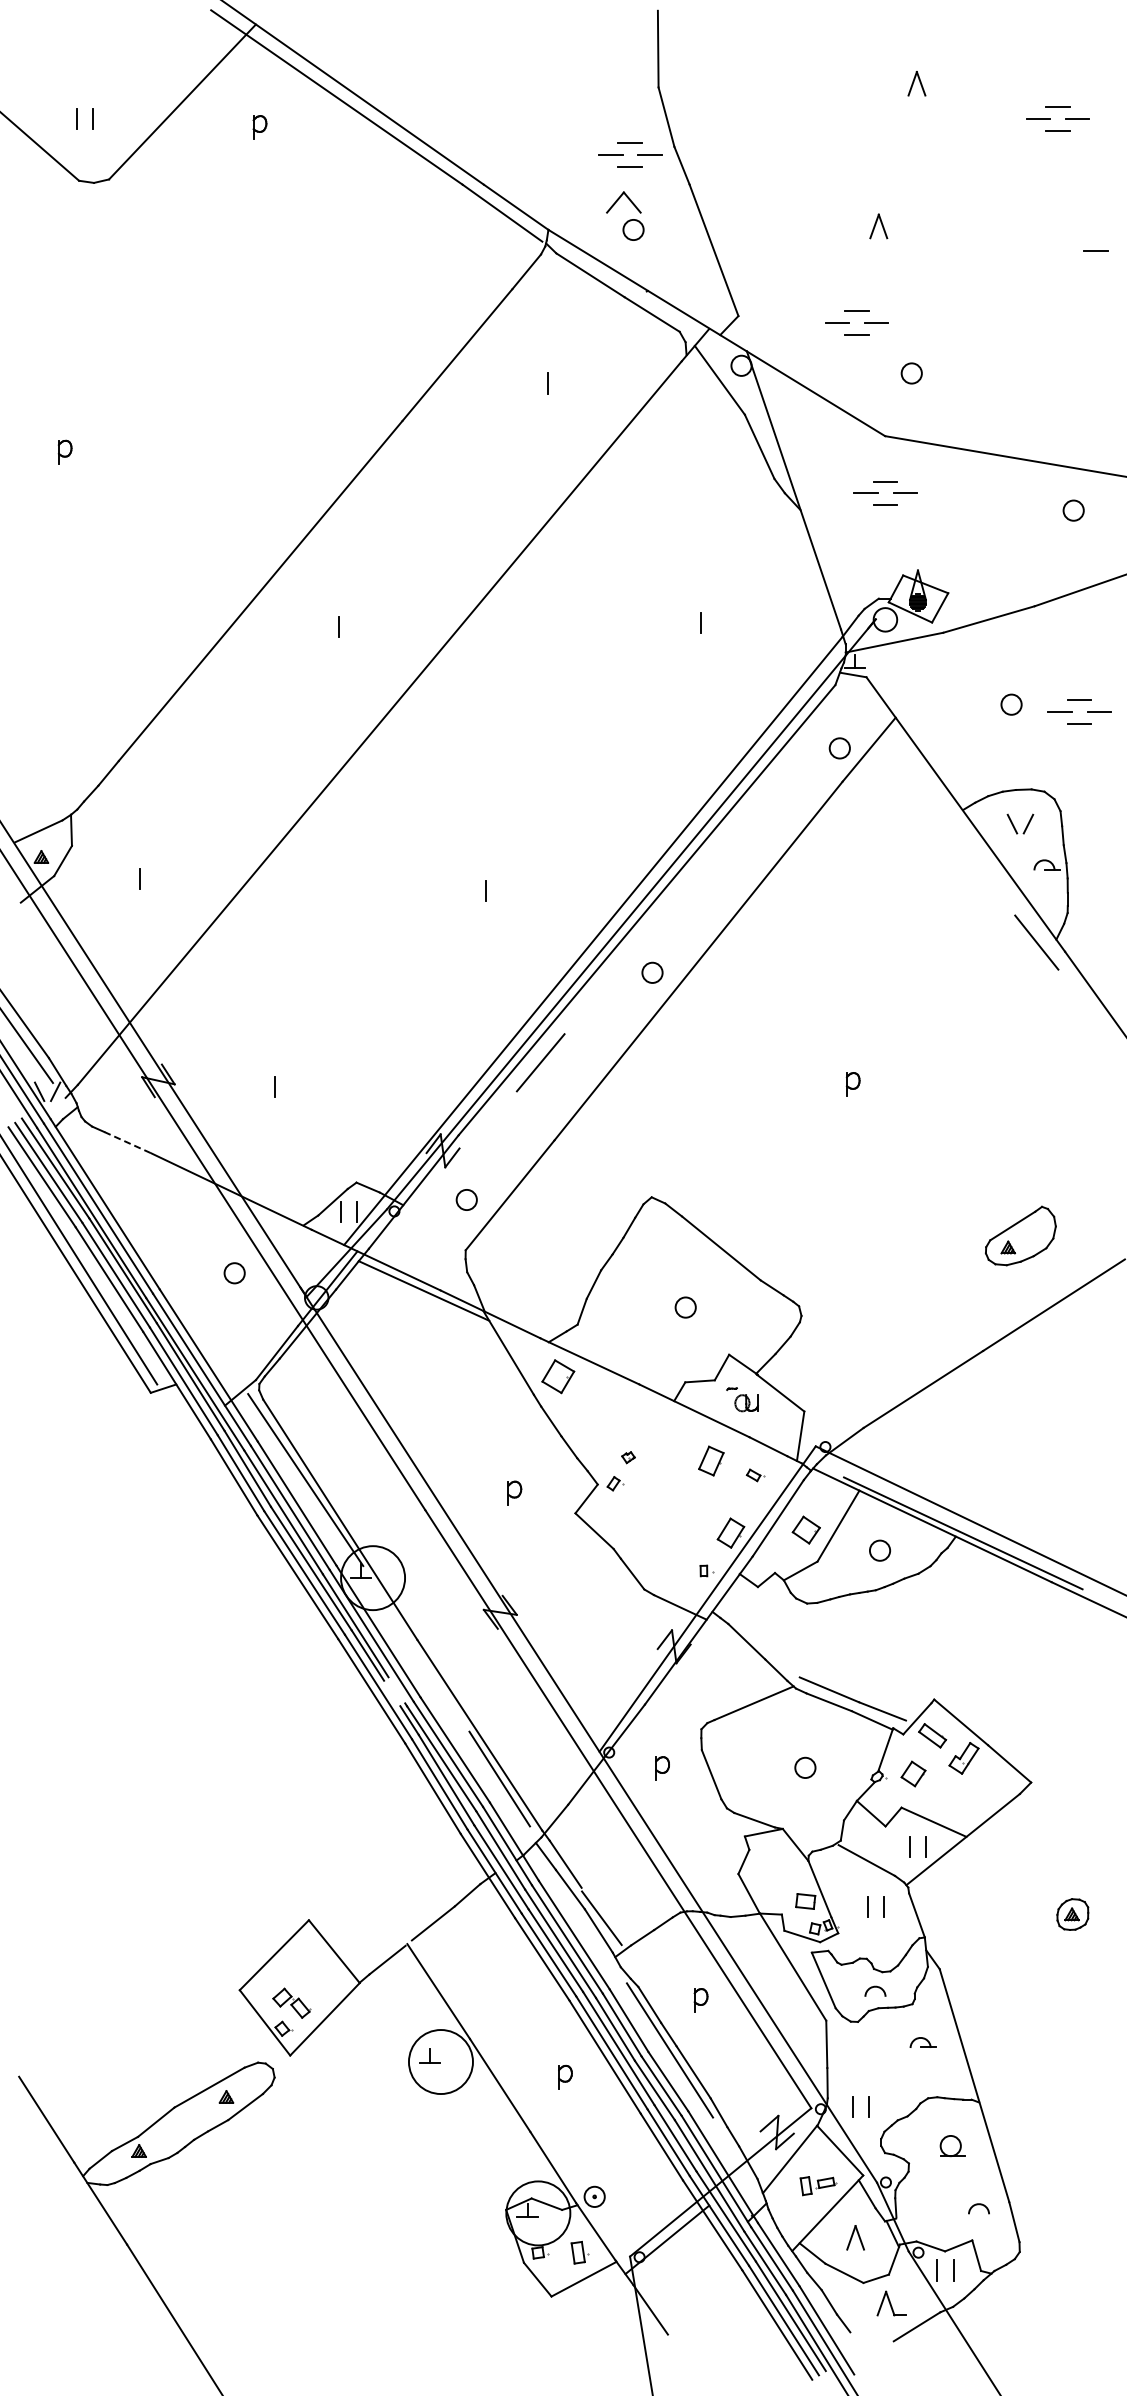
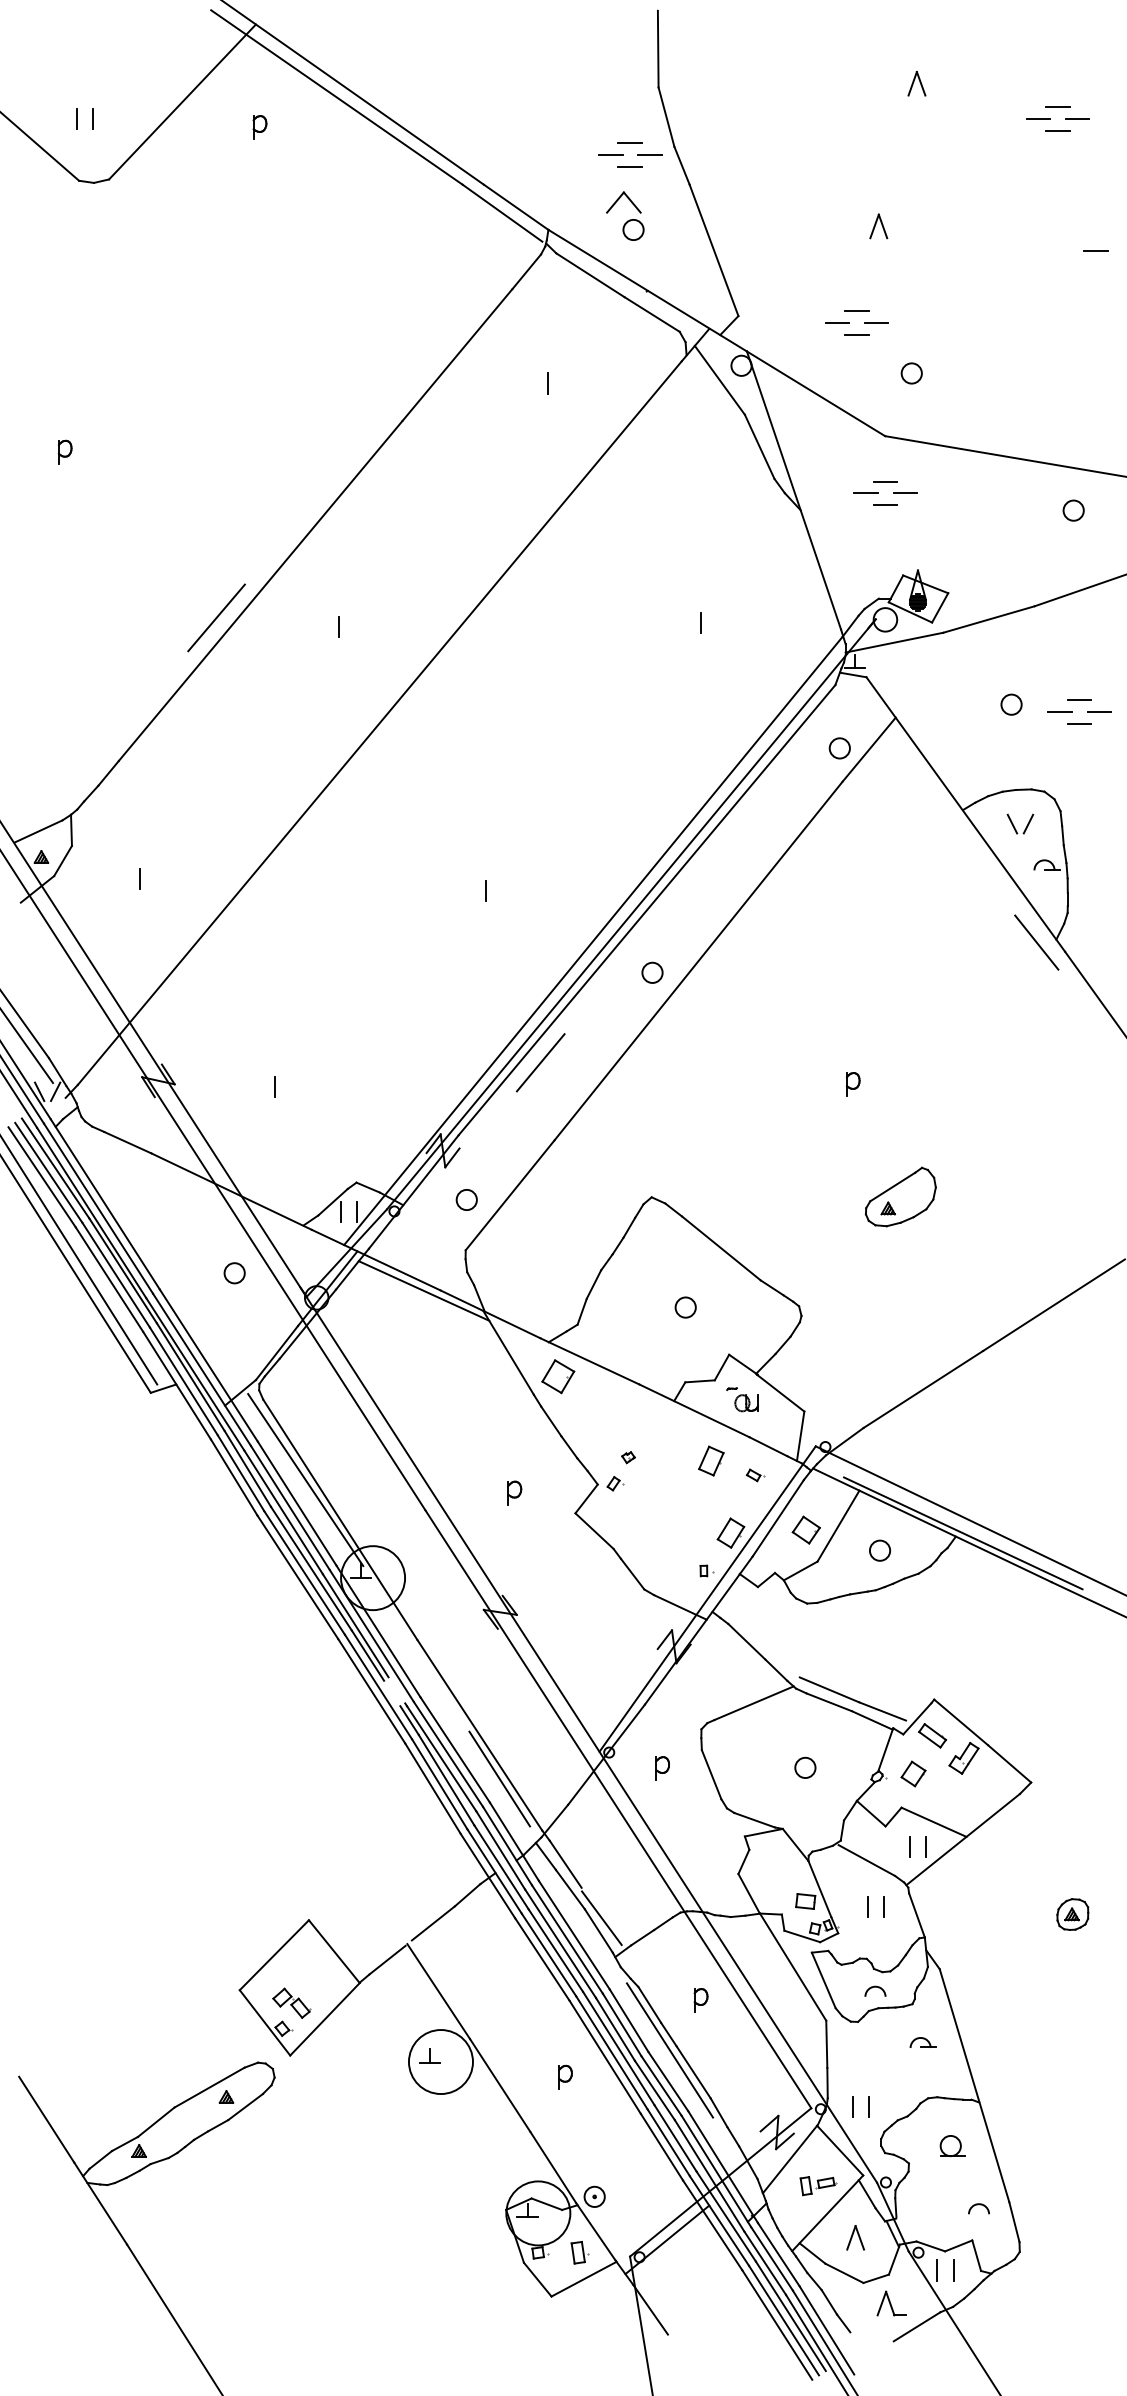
line at (216, 617): none -> present
line at (127, 1142): dashed -> solid
part at (1020, 1235) position: (1020, 1235) -> (900, 1196)
